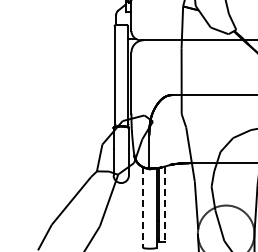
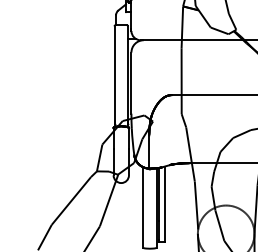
line at (164, 204): dashed -> solid
line at (143, 207): dashed -> solid
